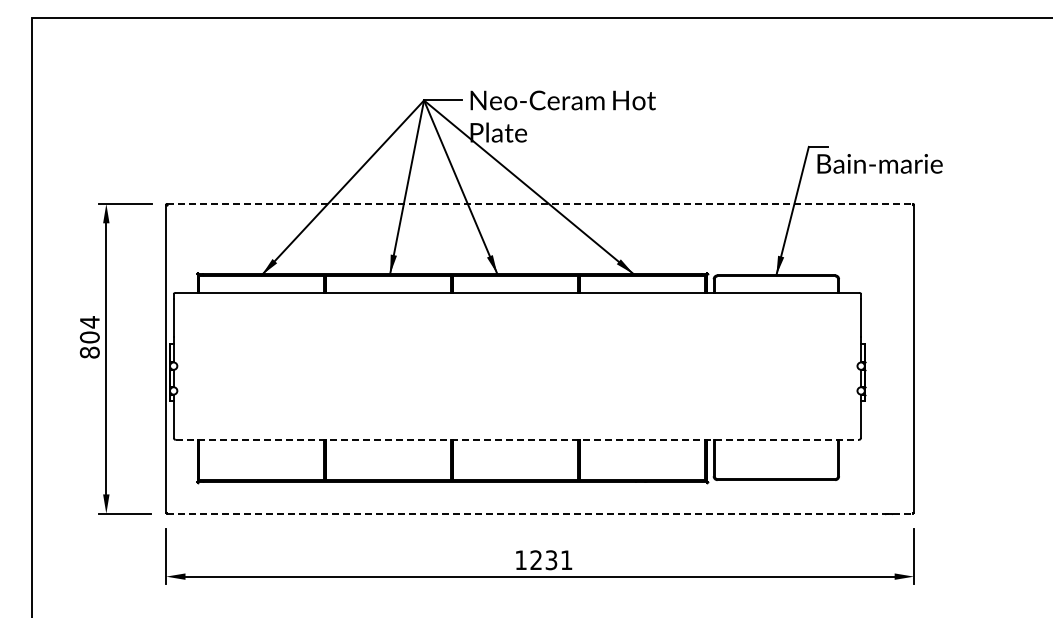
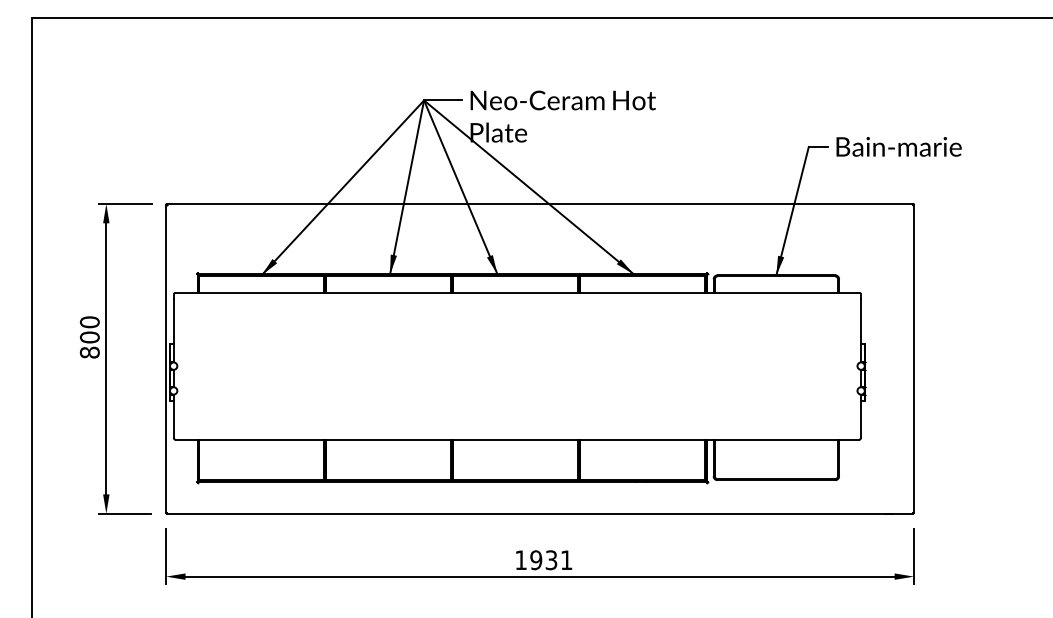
text at (879, 163) position: (879, 163) -> (898, 146)
line at (540, 203): dashed -> solid
text at (89, 322): 804 -> 800
line at (517, 439): dashed -> solid
line at (540, 513): dashed -> solid
text at (536, 560): 1231 -> 1931
